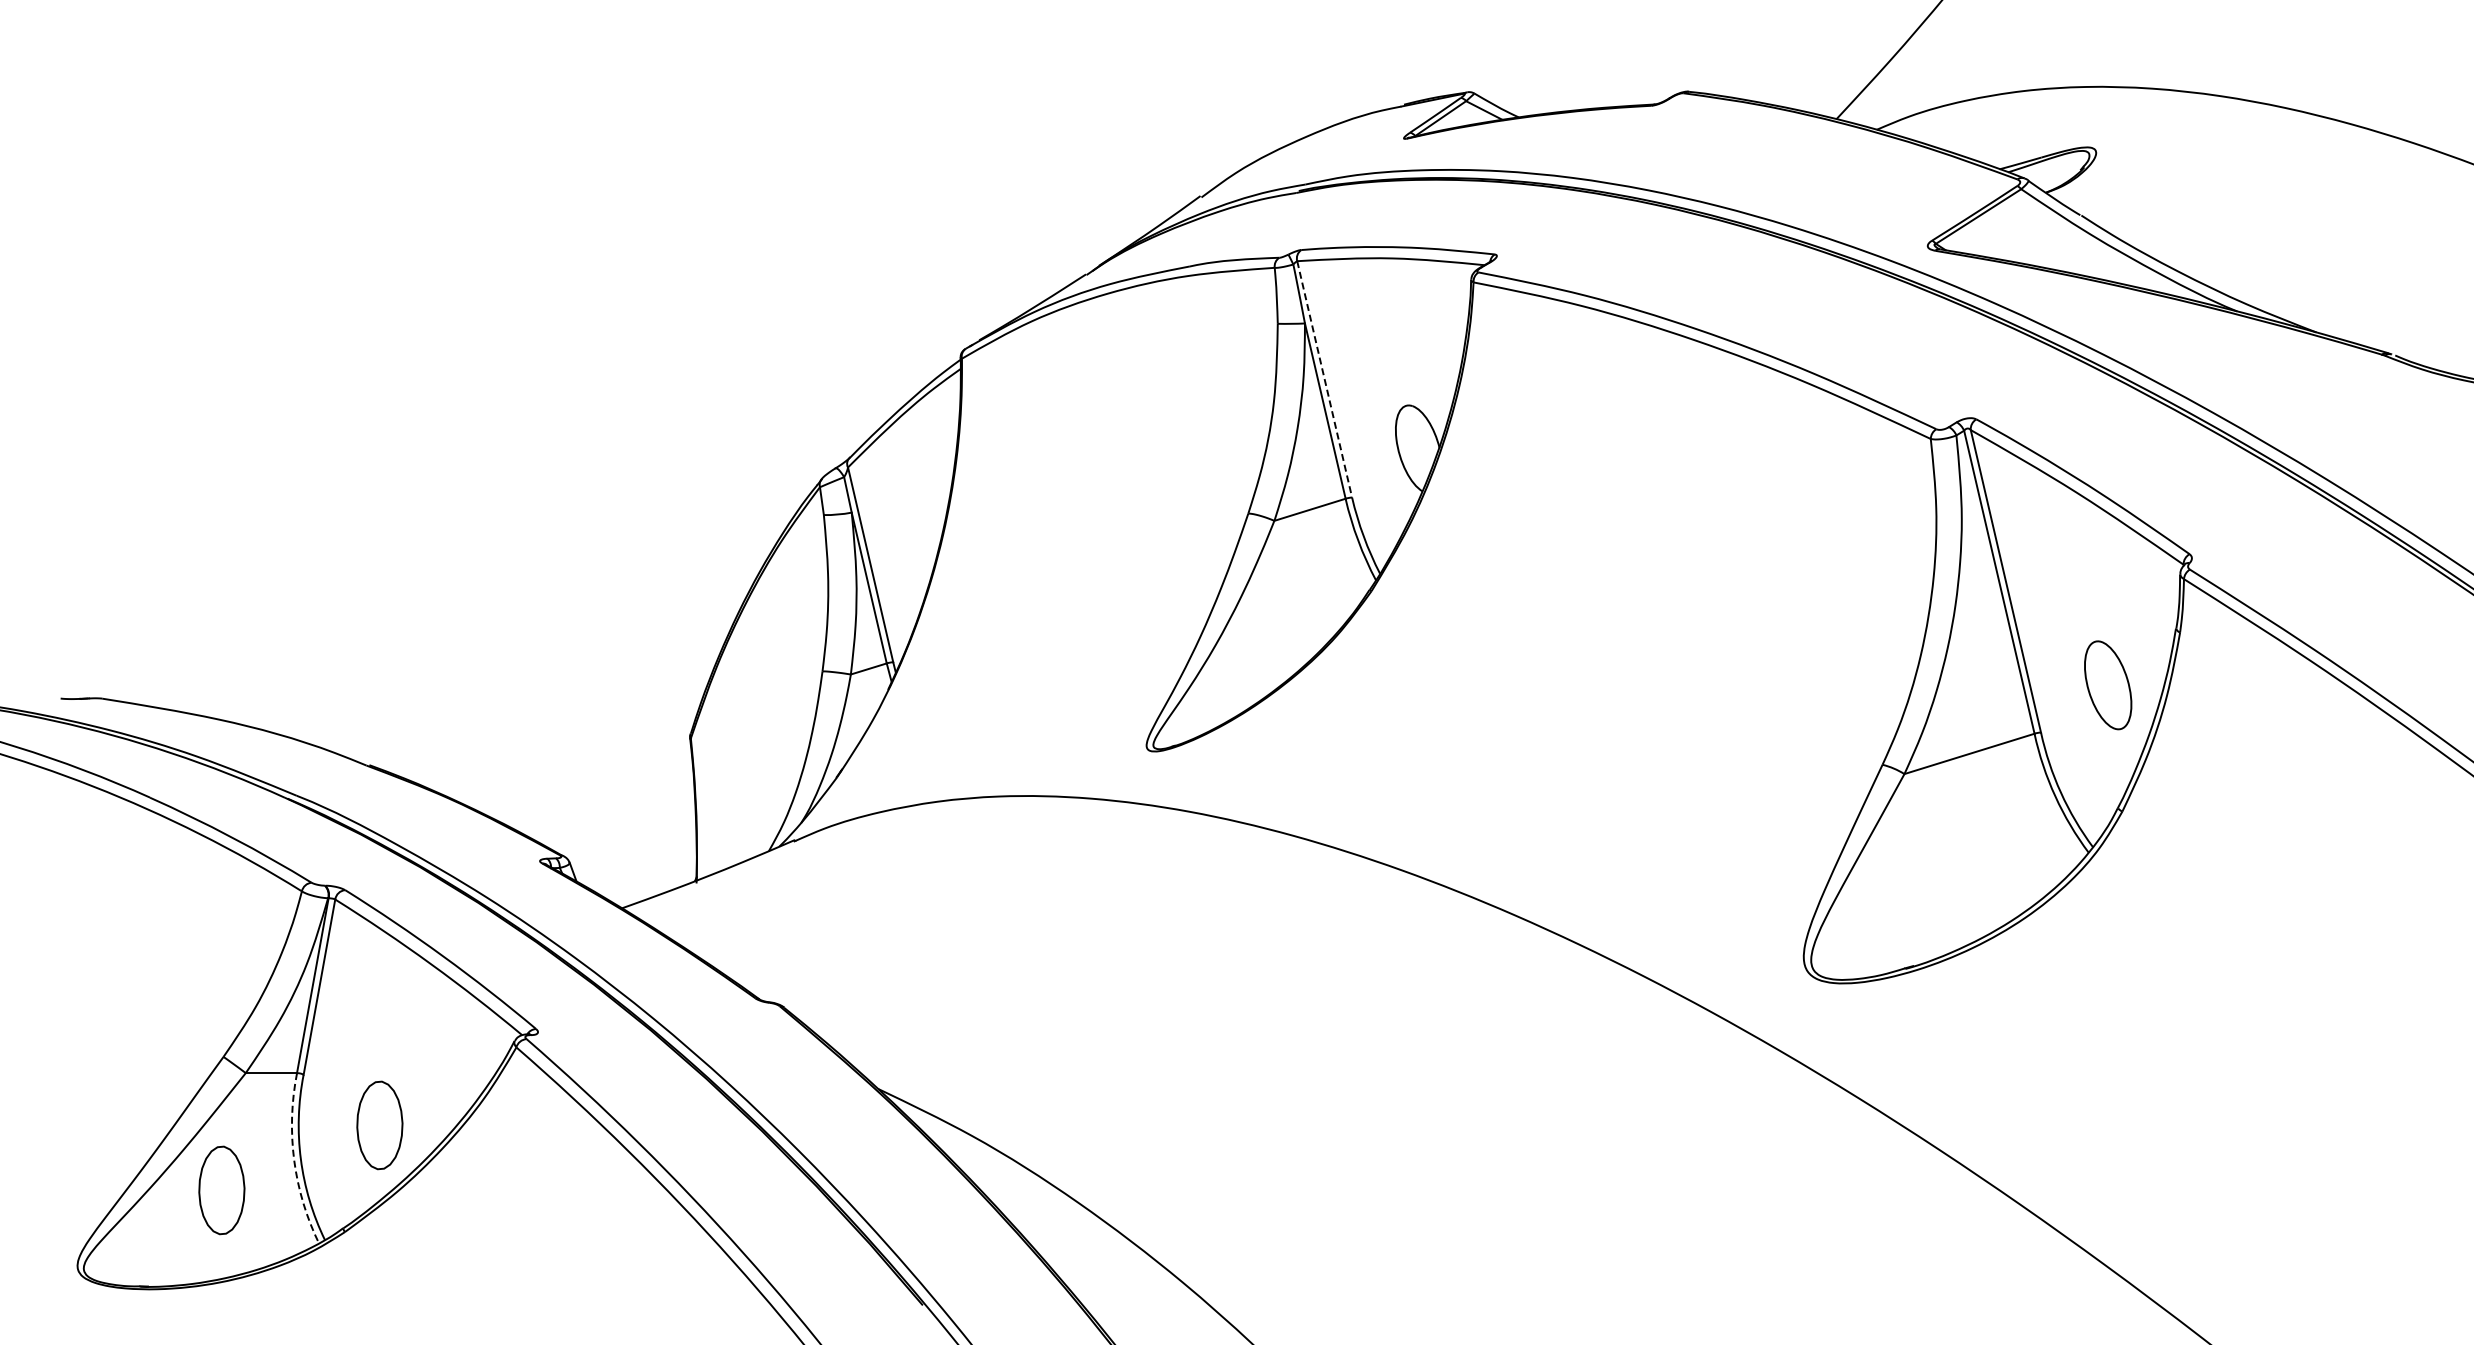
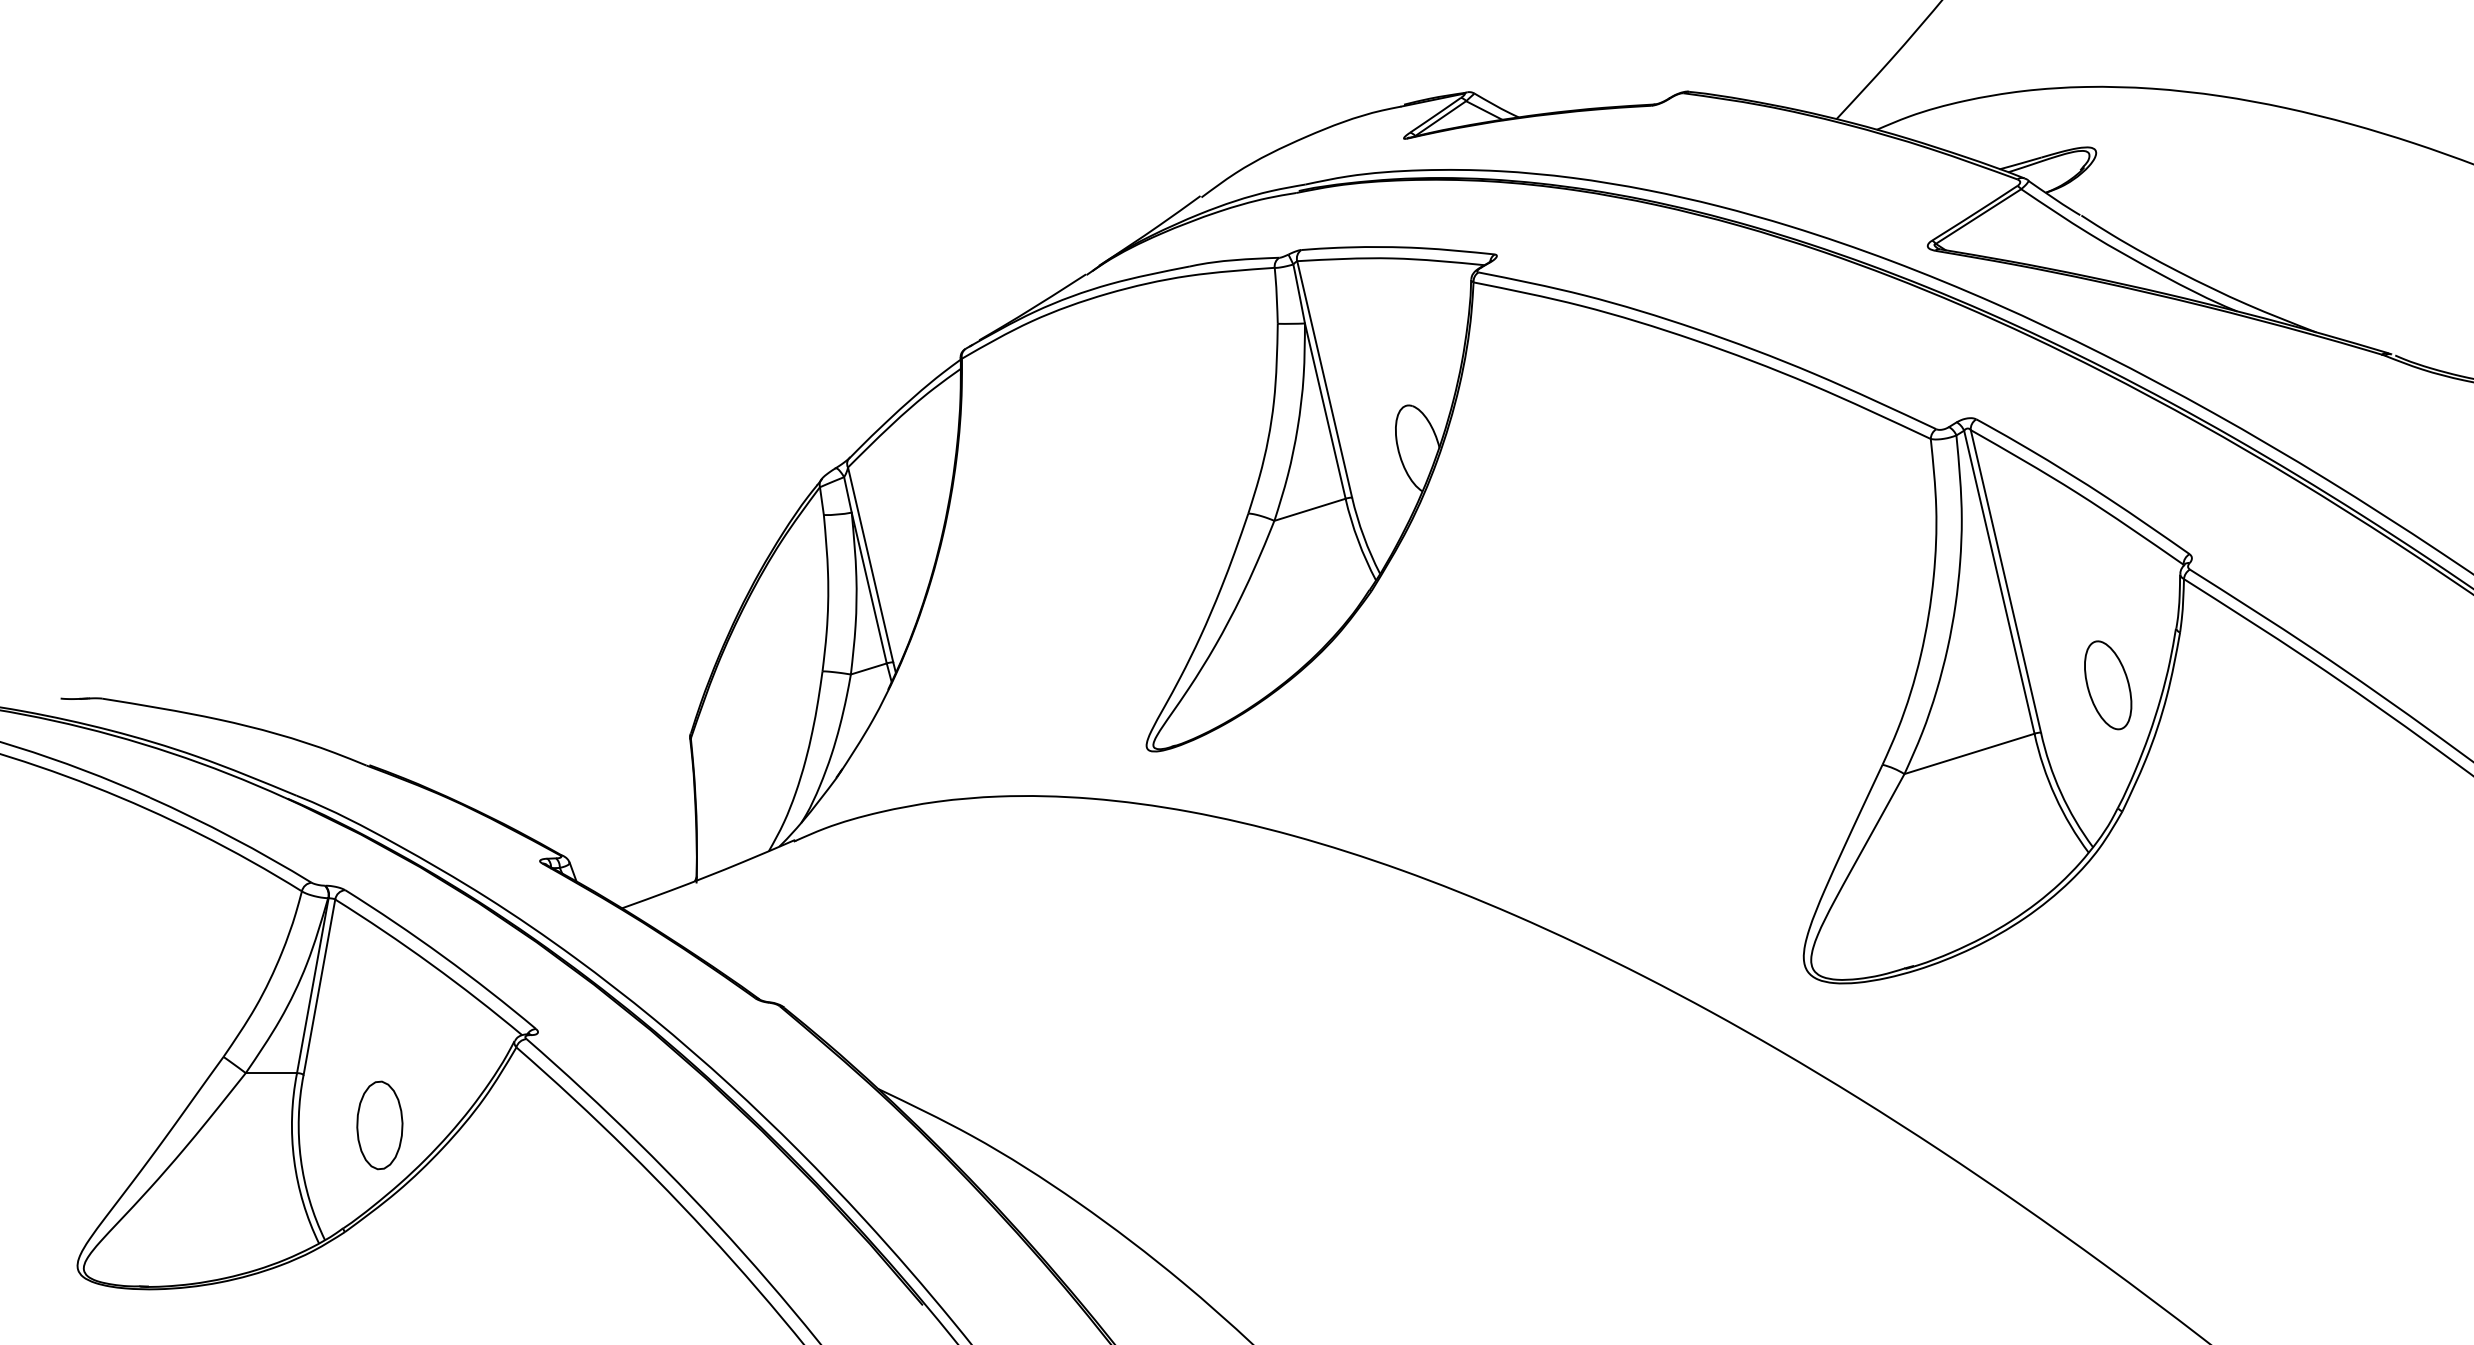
line at (1324, 379): dashed -> solid
arc at (294, 1160): dashed -> solid
part at (221, 1190): present -> none
